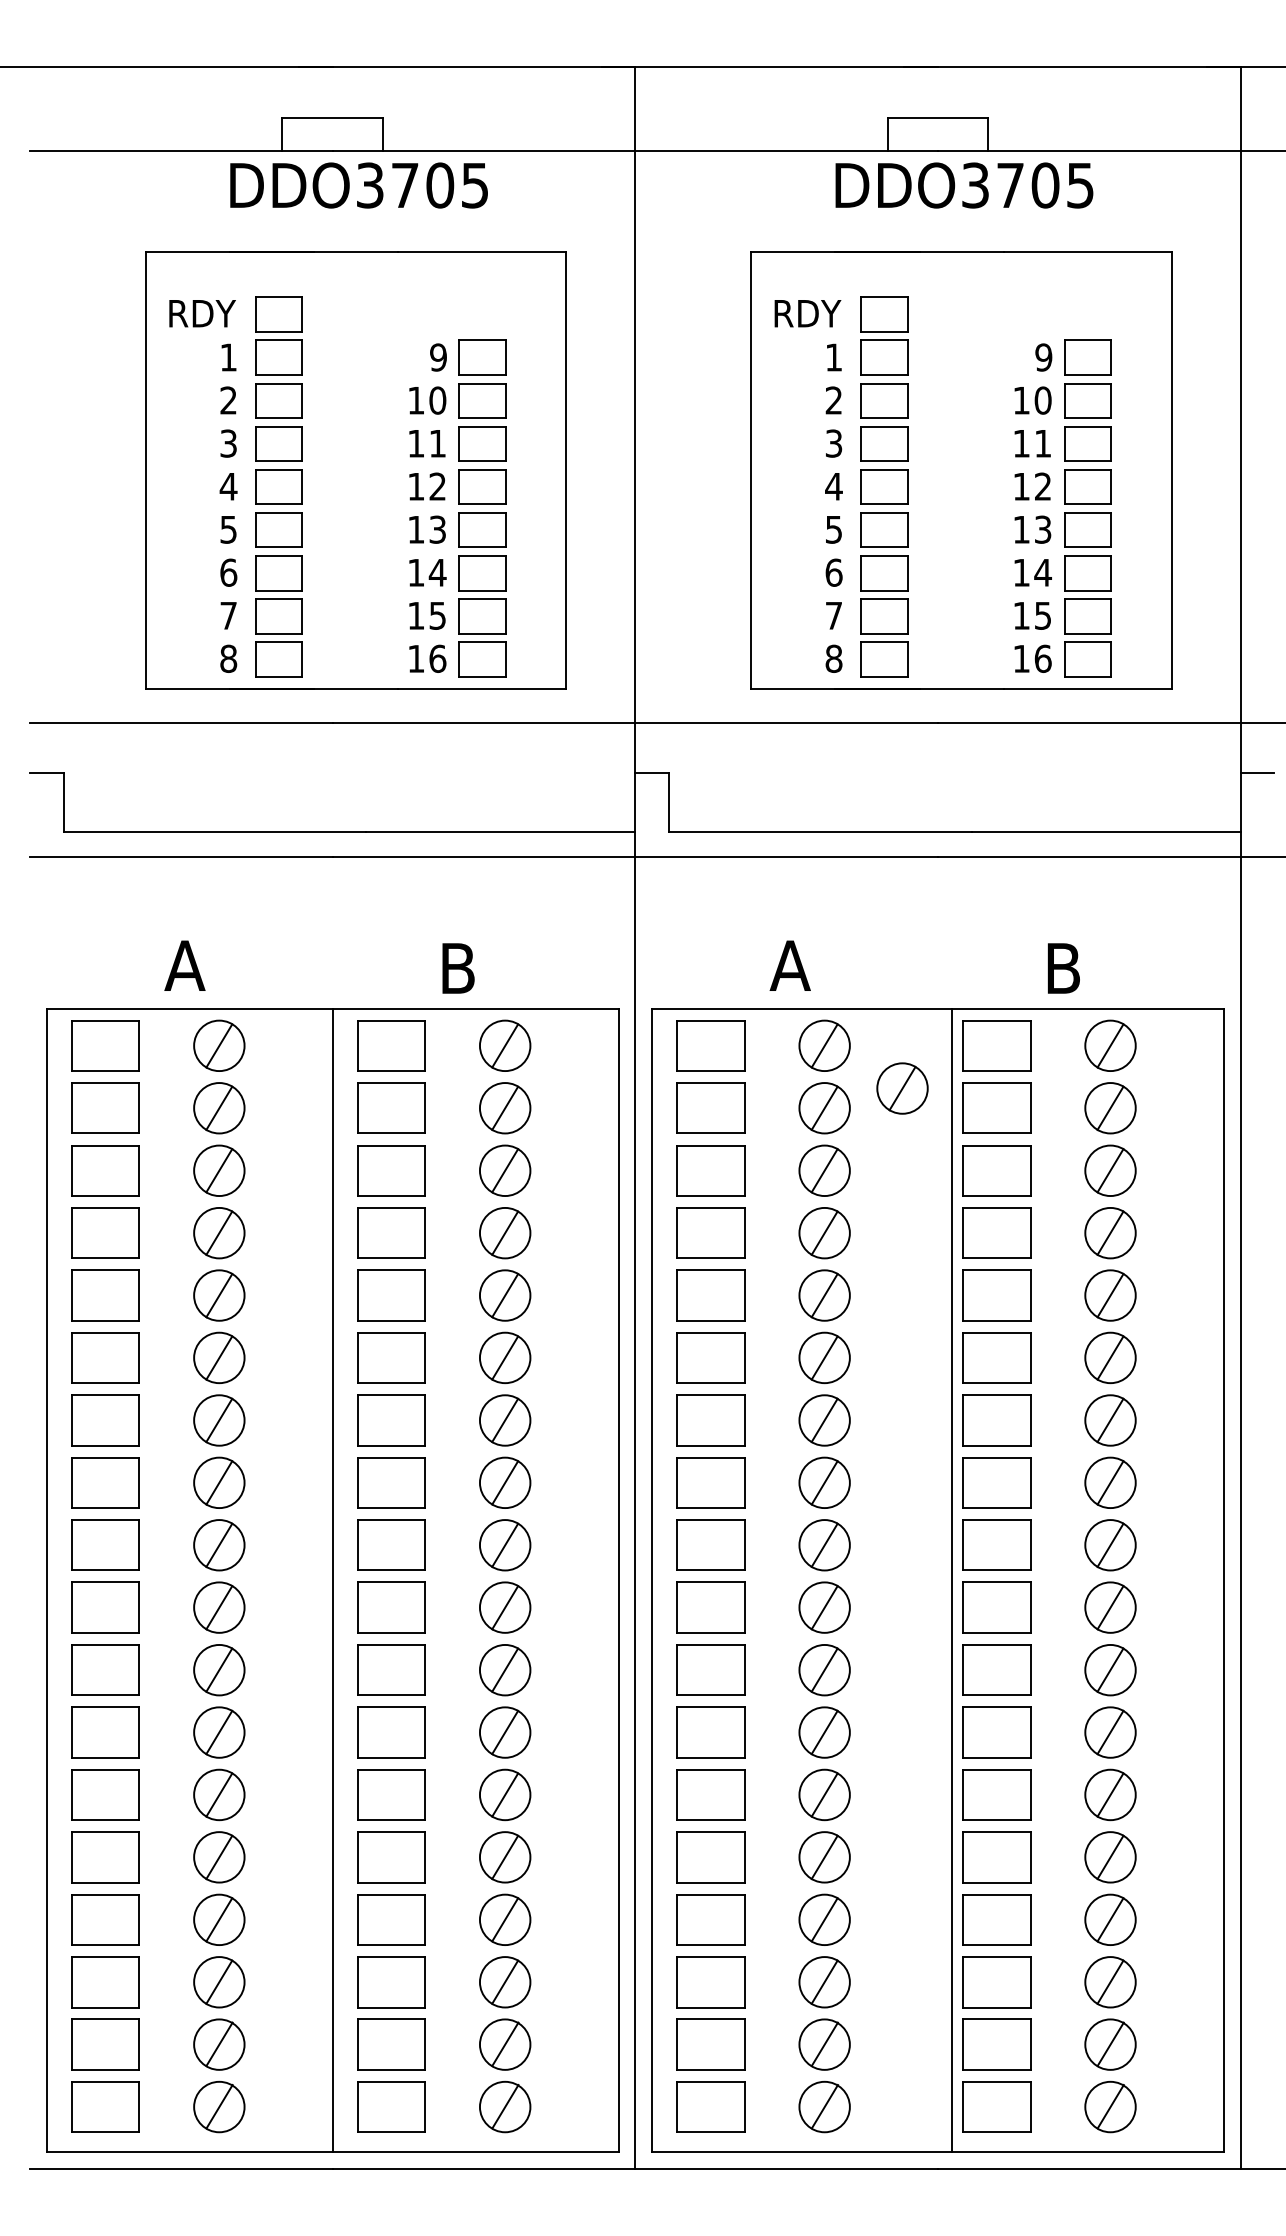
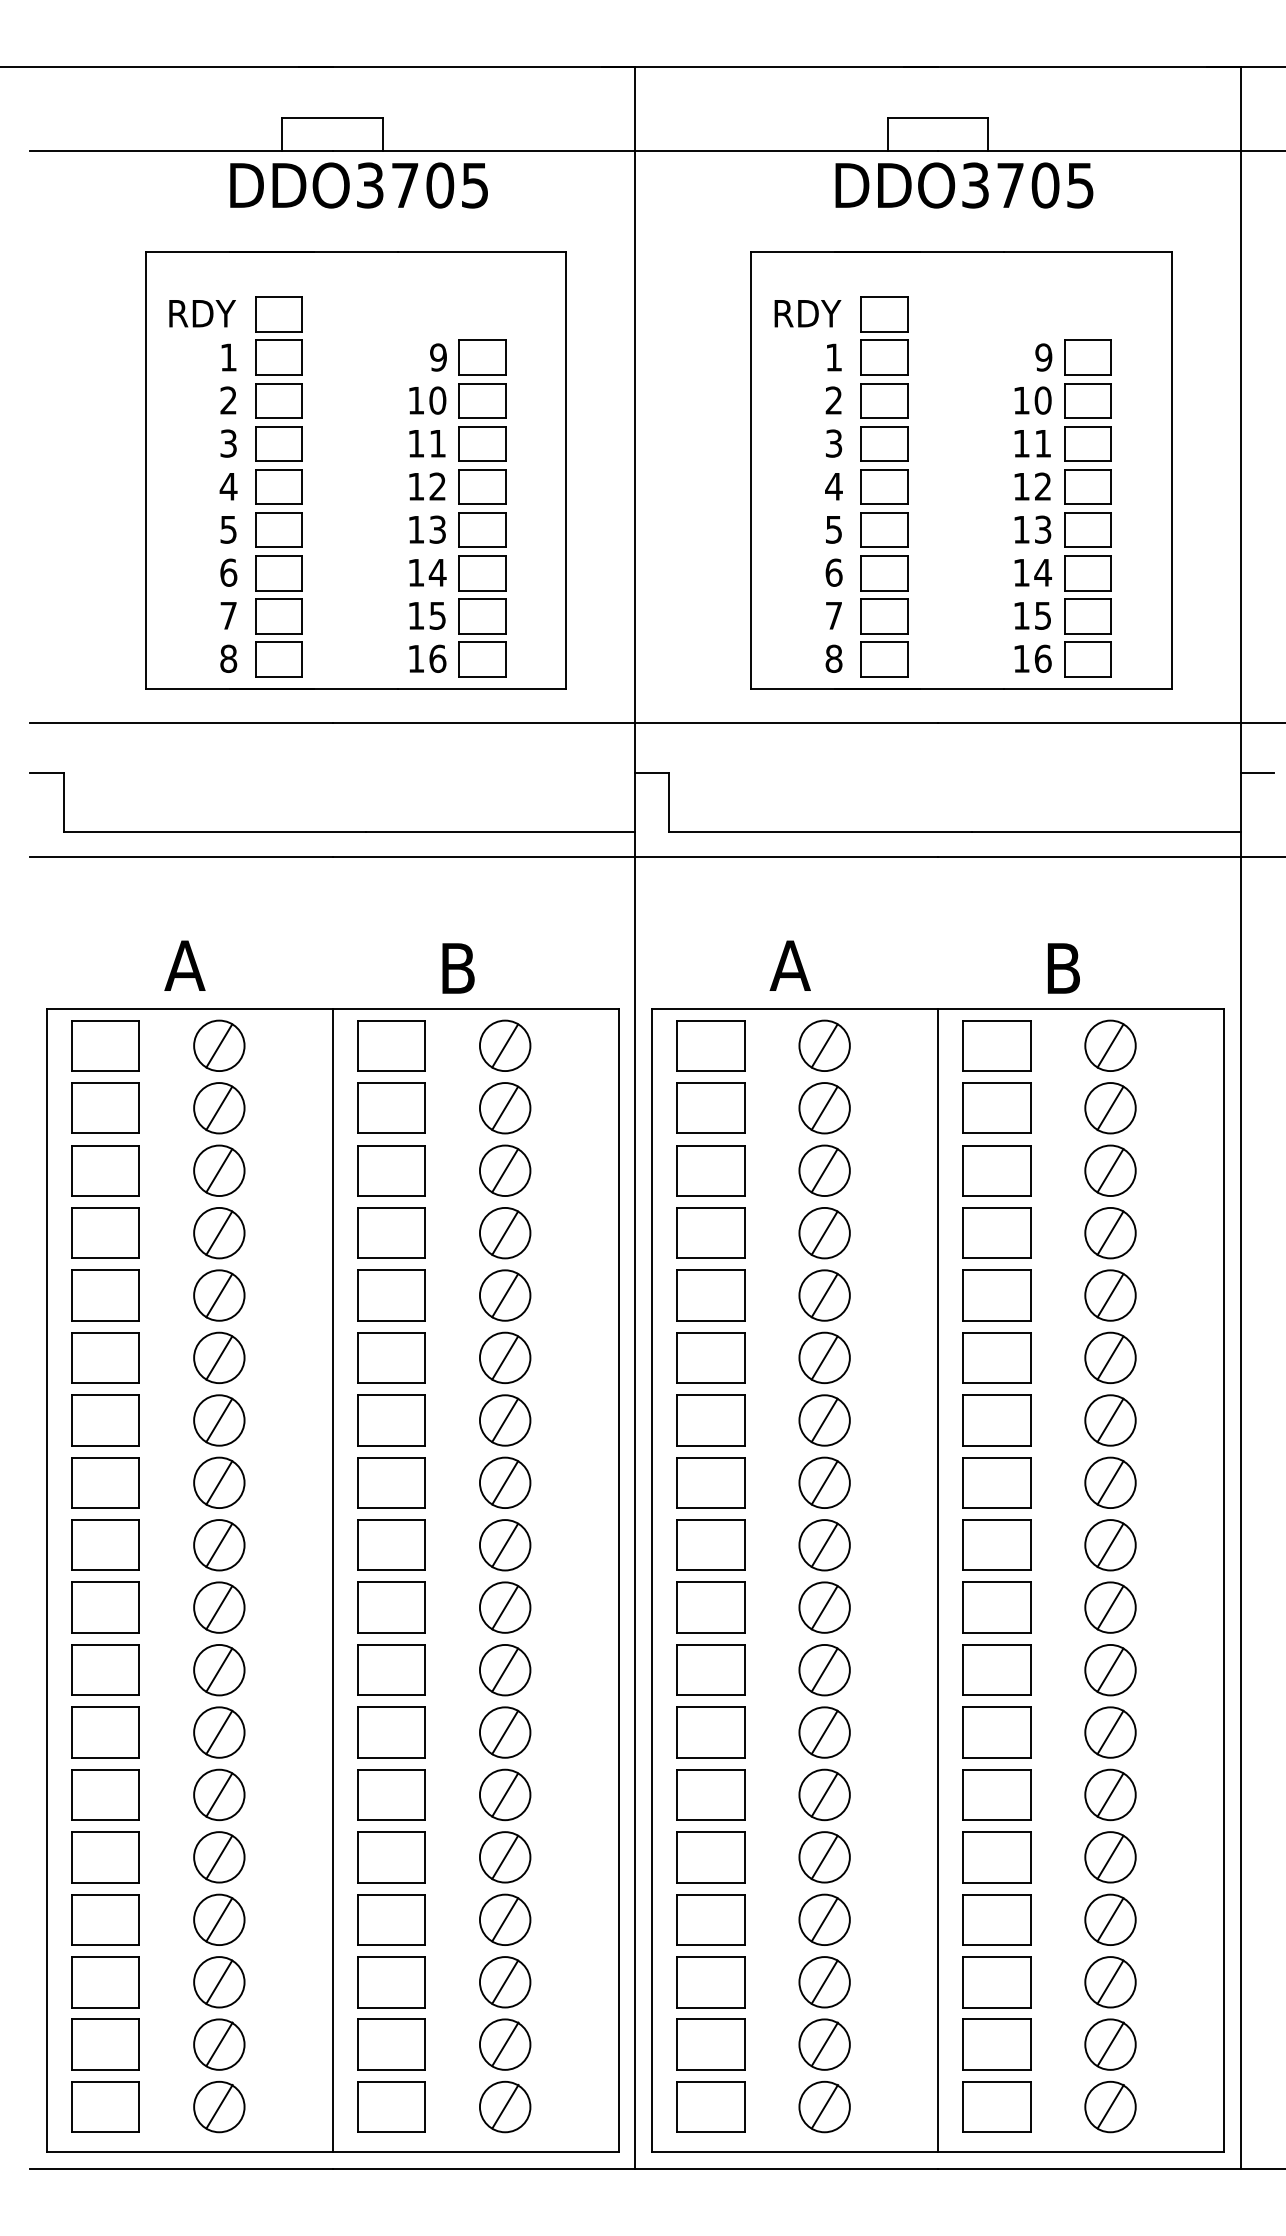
part at (902, 1088): present -> none
line at (952, 1580) position: (952, 1580) -> (938, 1580)
